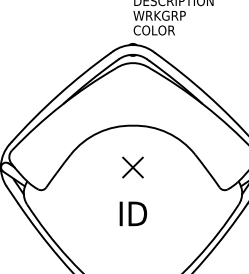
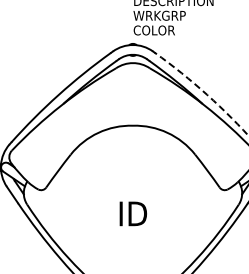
arc at (204, 92): solid -> dashed
part at (132, 167): present -> none
